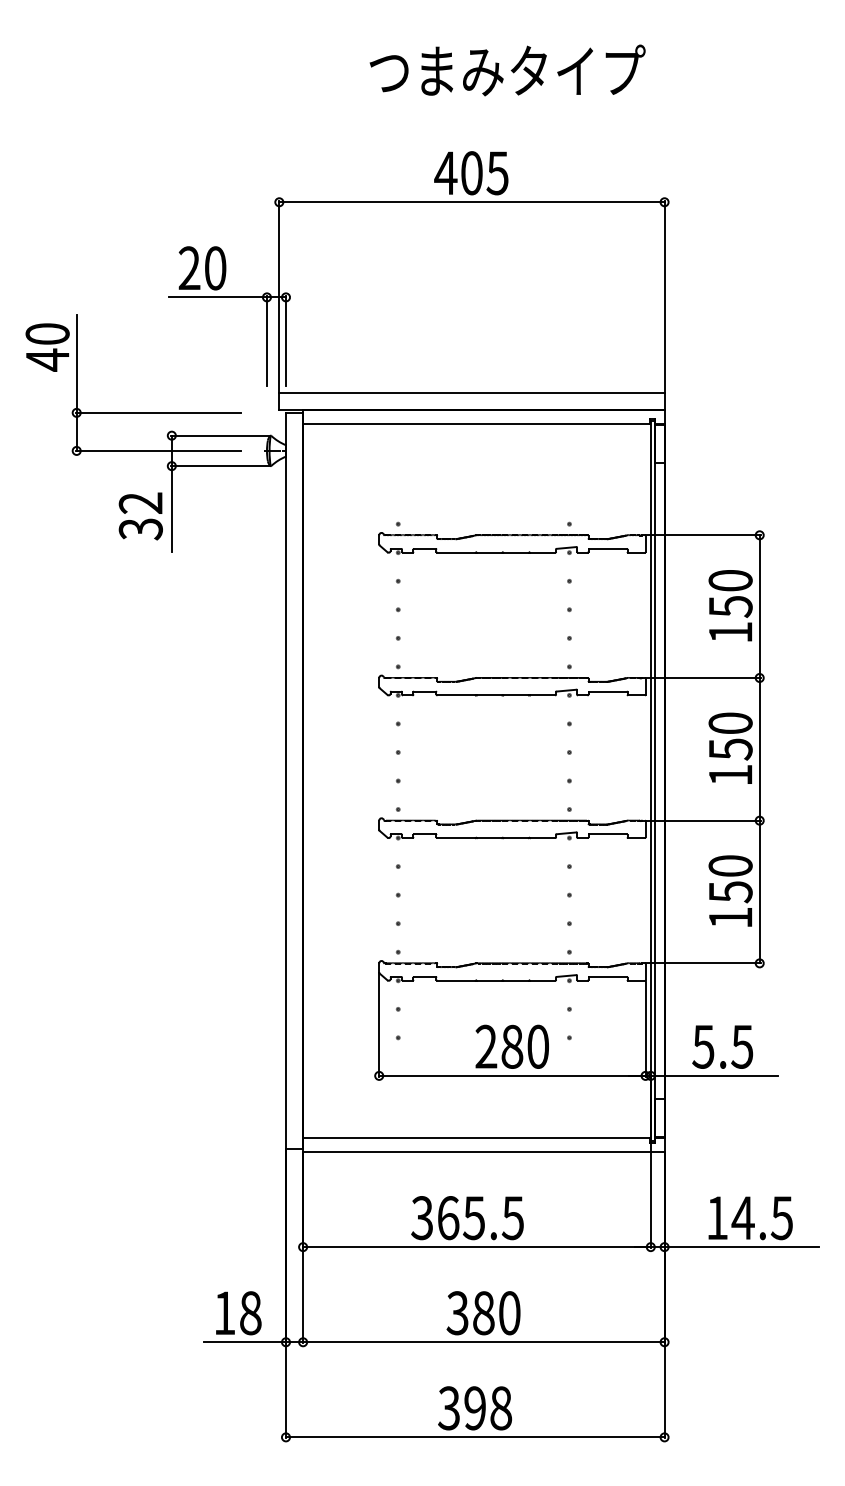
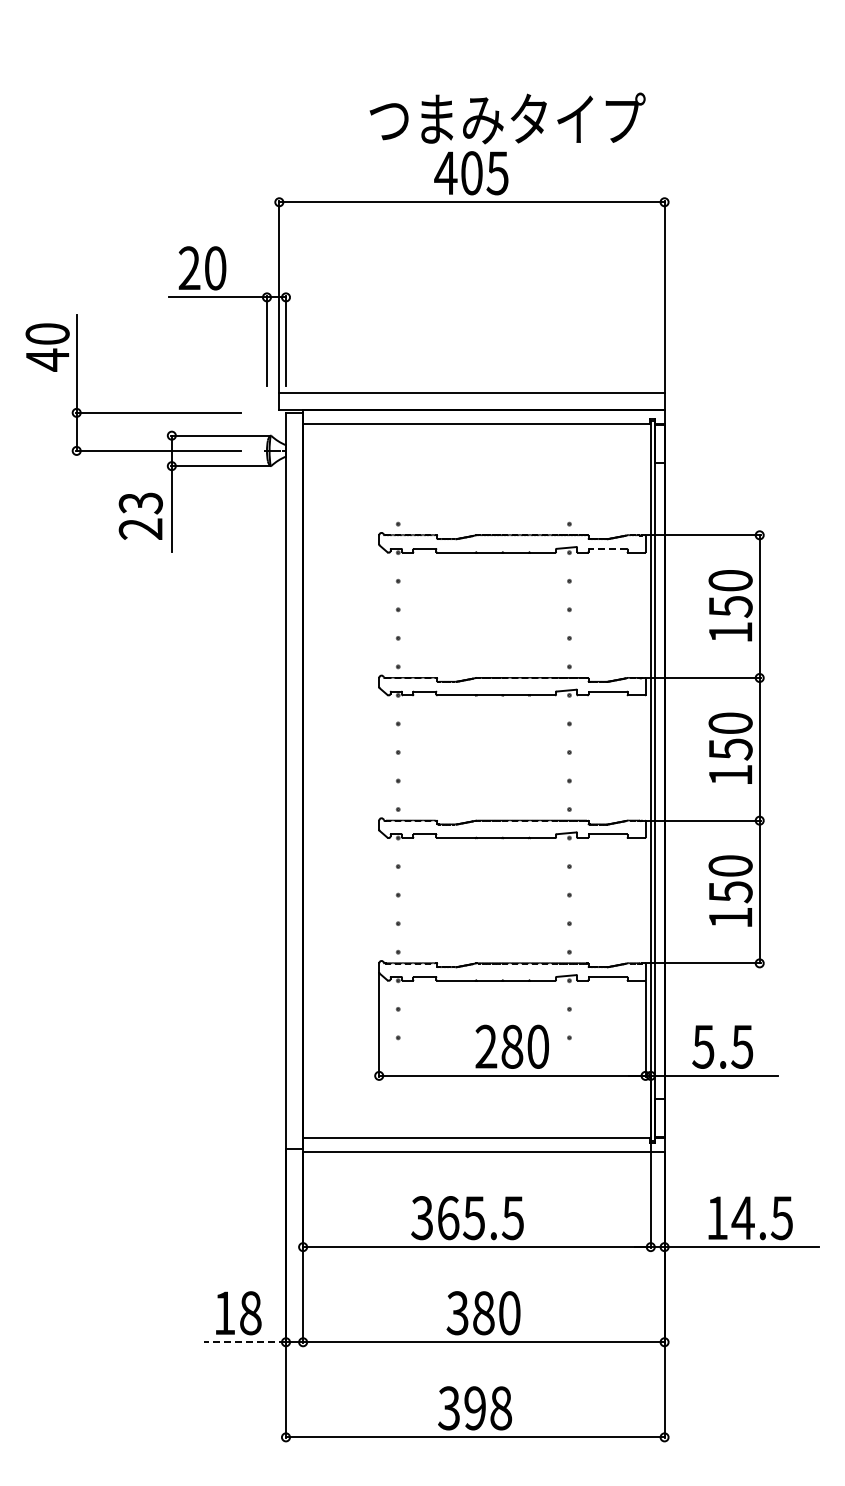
text at (507, 70) position: (507, 70) -> (507, 118)
text at (140, 516): 32 -> 23
line at (607, 548): solid -> dashed
line at (245, 1342): solid -> dashed
